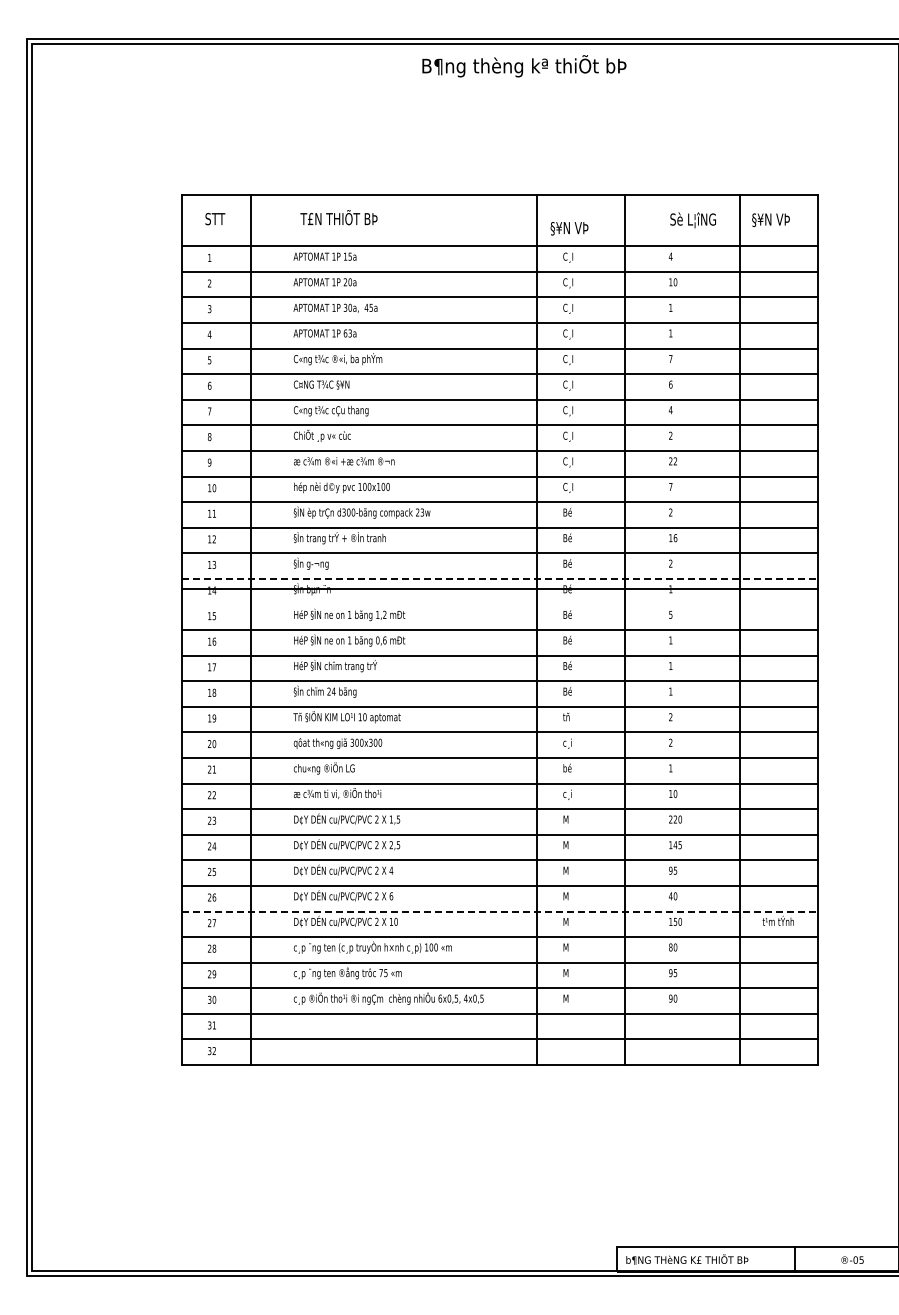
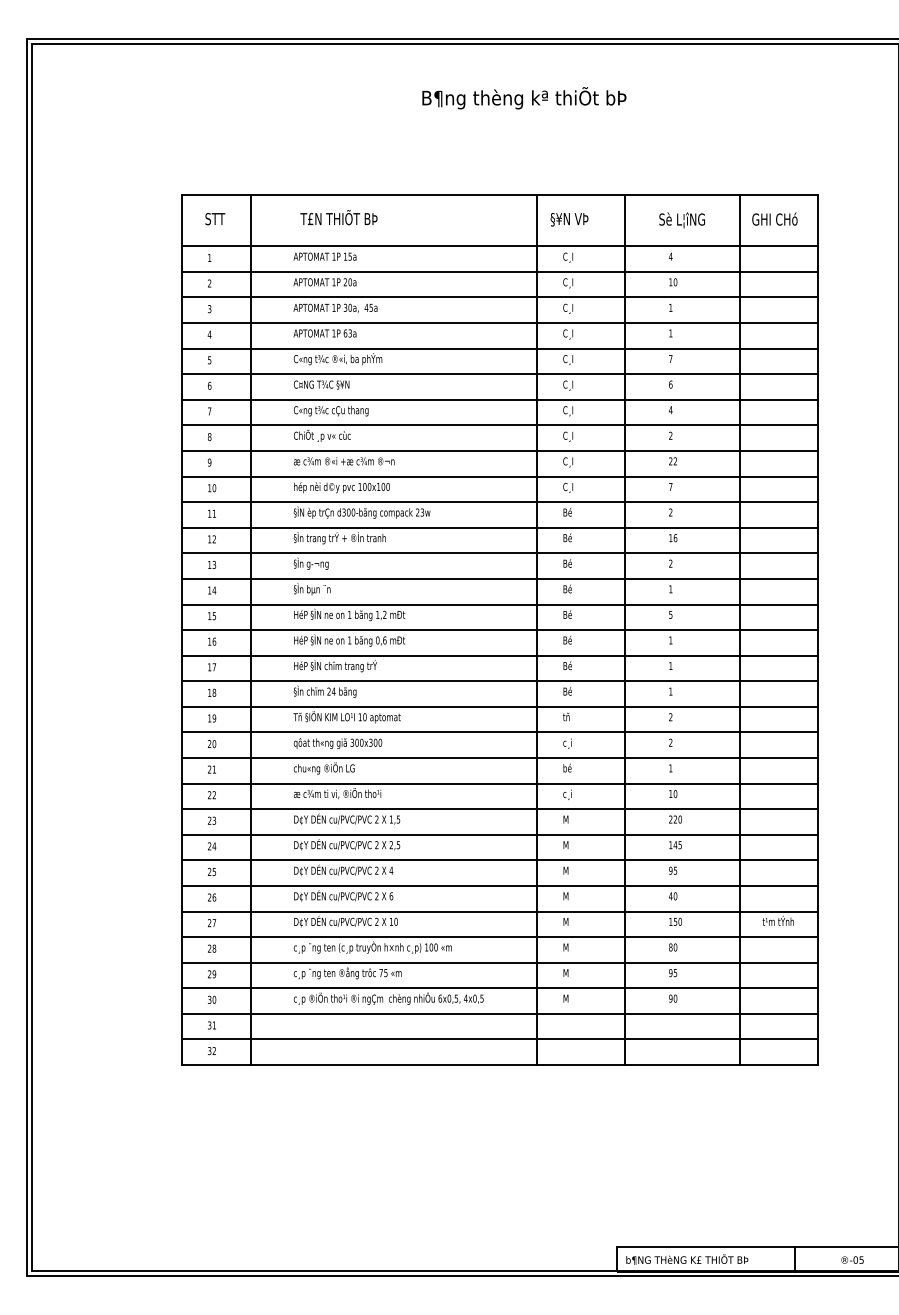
text at (524, 66) position: (524, 66) -> (524, 98)
text at (774, 219): §¥N VÞ -> GHI CHó
text at (692, 220) position: (692, 220) -> (681, 220)
text at (569, 228) position: (569, 228) -> (569, 219)
line at (500, 578): dashed -> solid
line at (500, 588) position: (500, 588) -> (500, 604)
line at (500, 911): dashed -> solid
